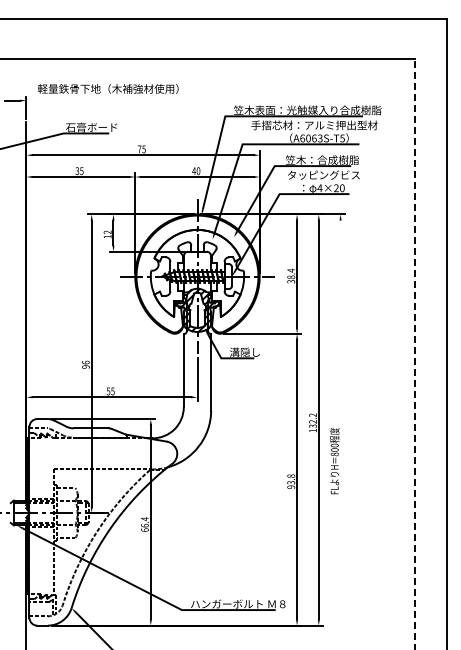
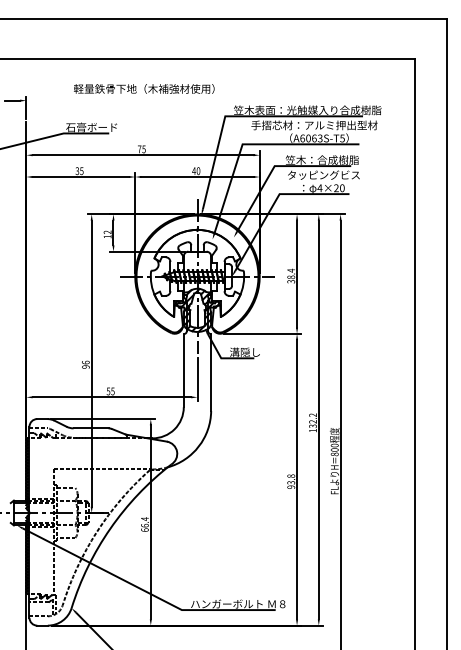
text at (108, 88) position: (108, 88) -> (144, 88)
line at (415, 353): dashed -> solid
line at (340, 433): none -> present
